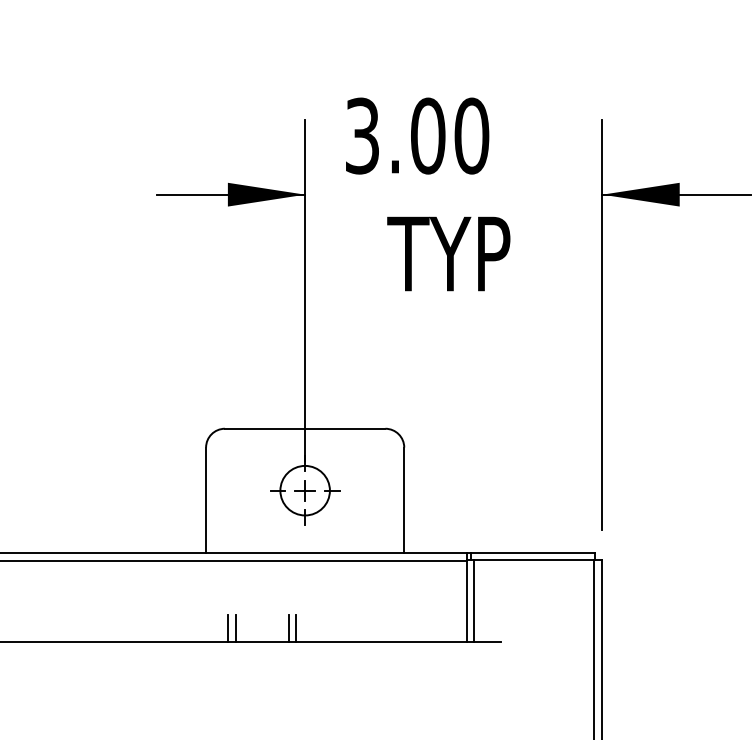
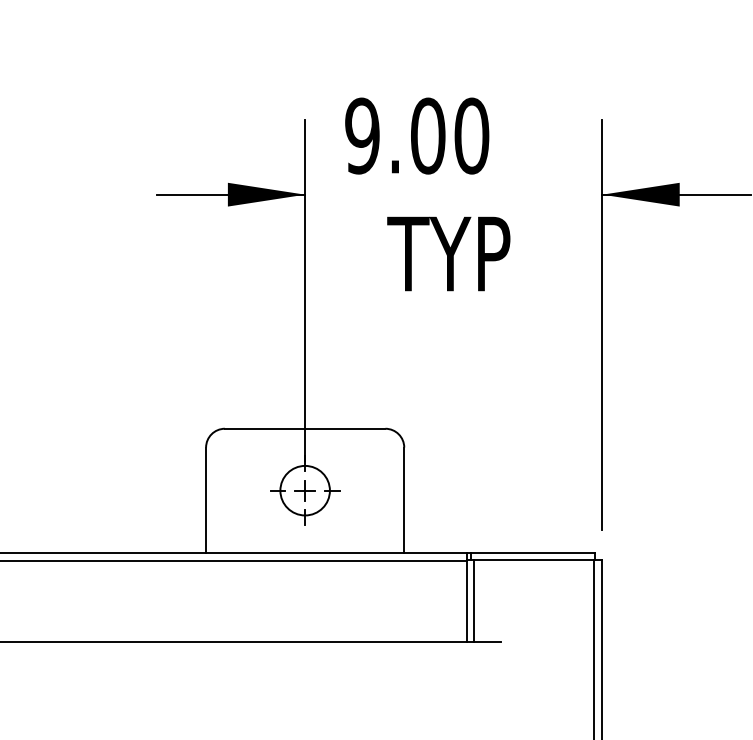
text at (362, 135): 3.00 -> 9.00
line at (228, 628): present -> none
line at (235, 628): present -> none
line at (288, 628): present -> none
line at (296, 628): present -> none
